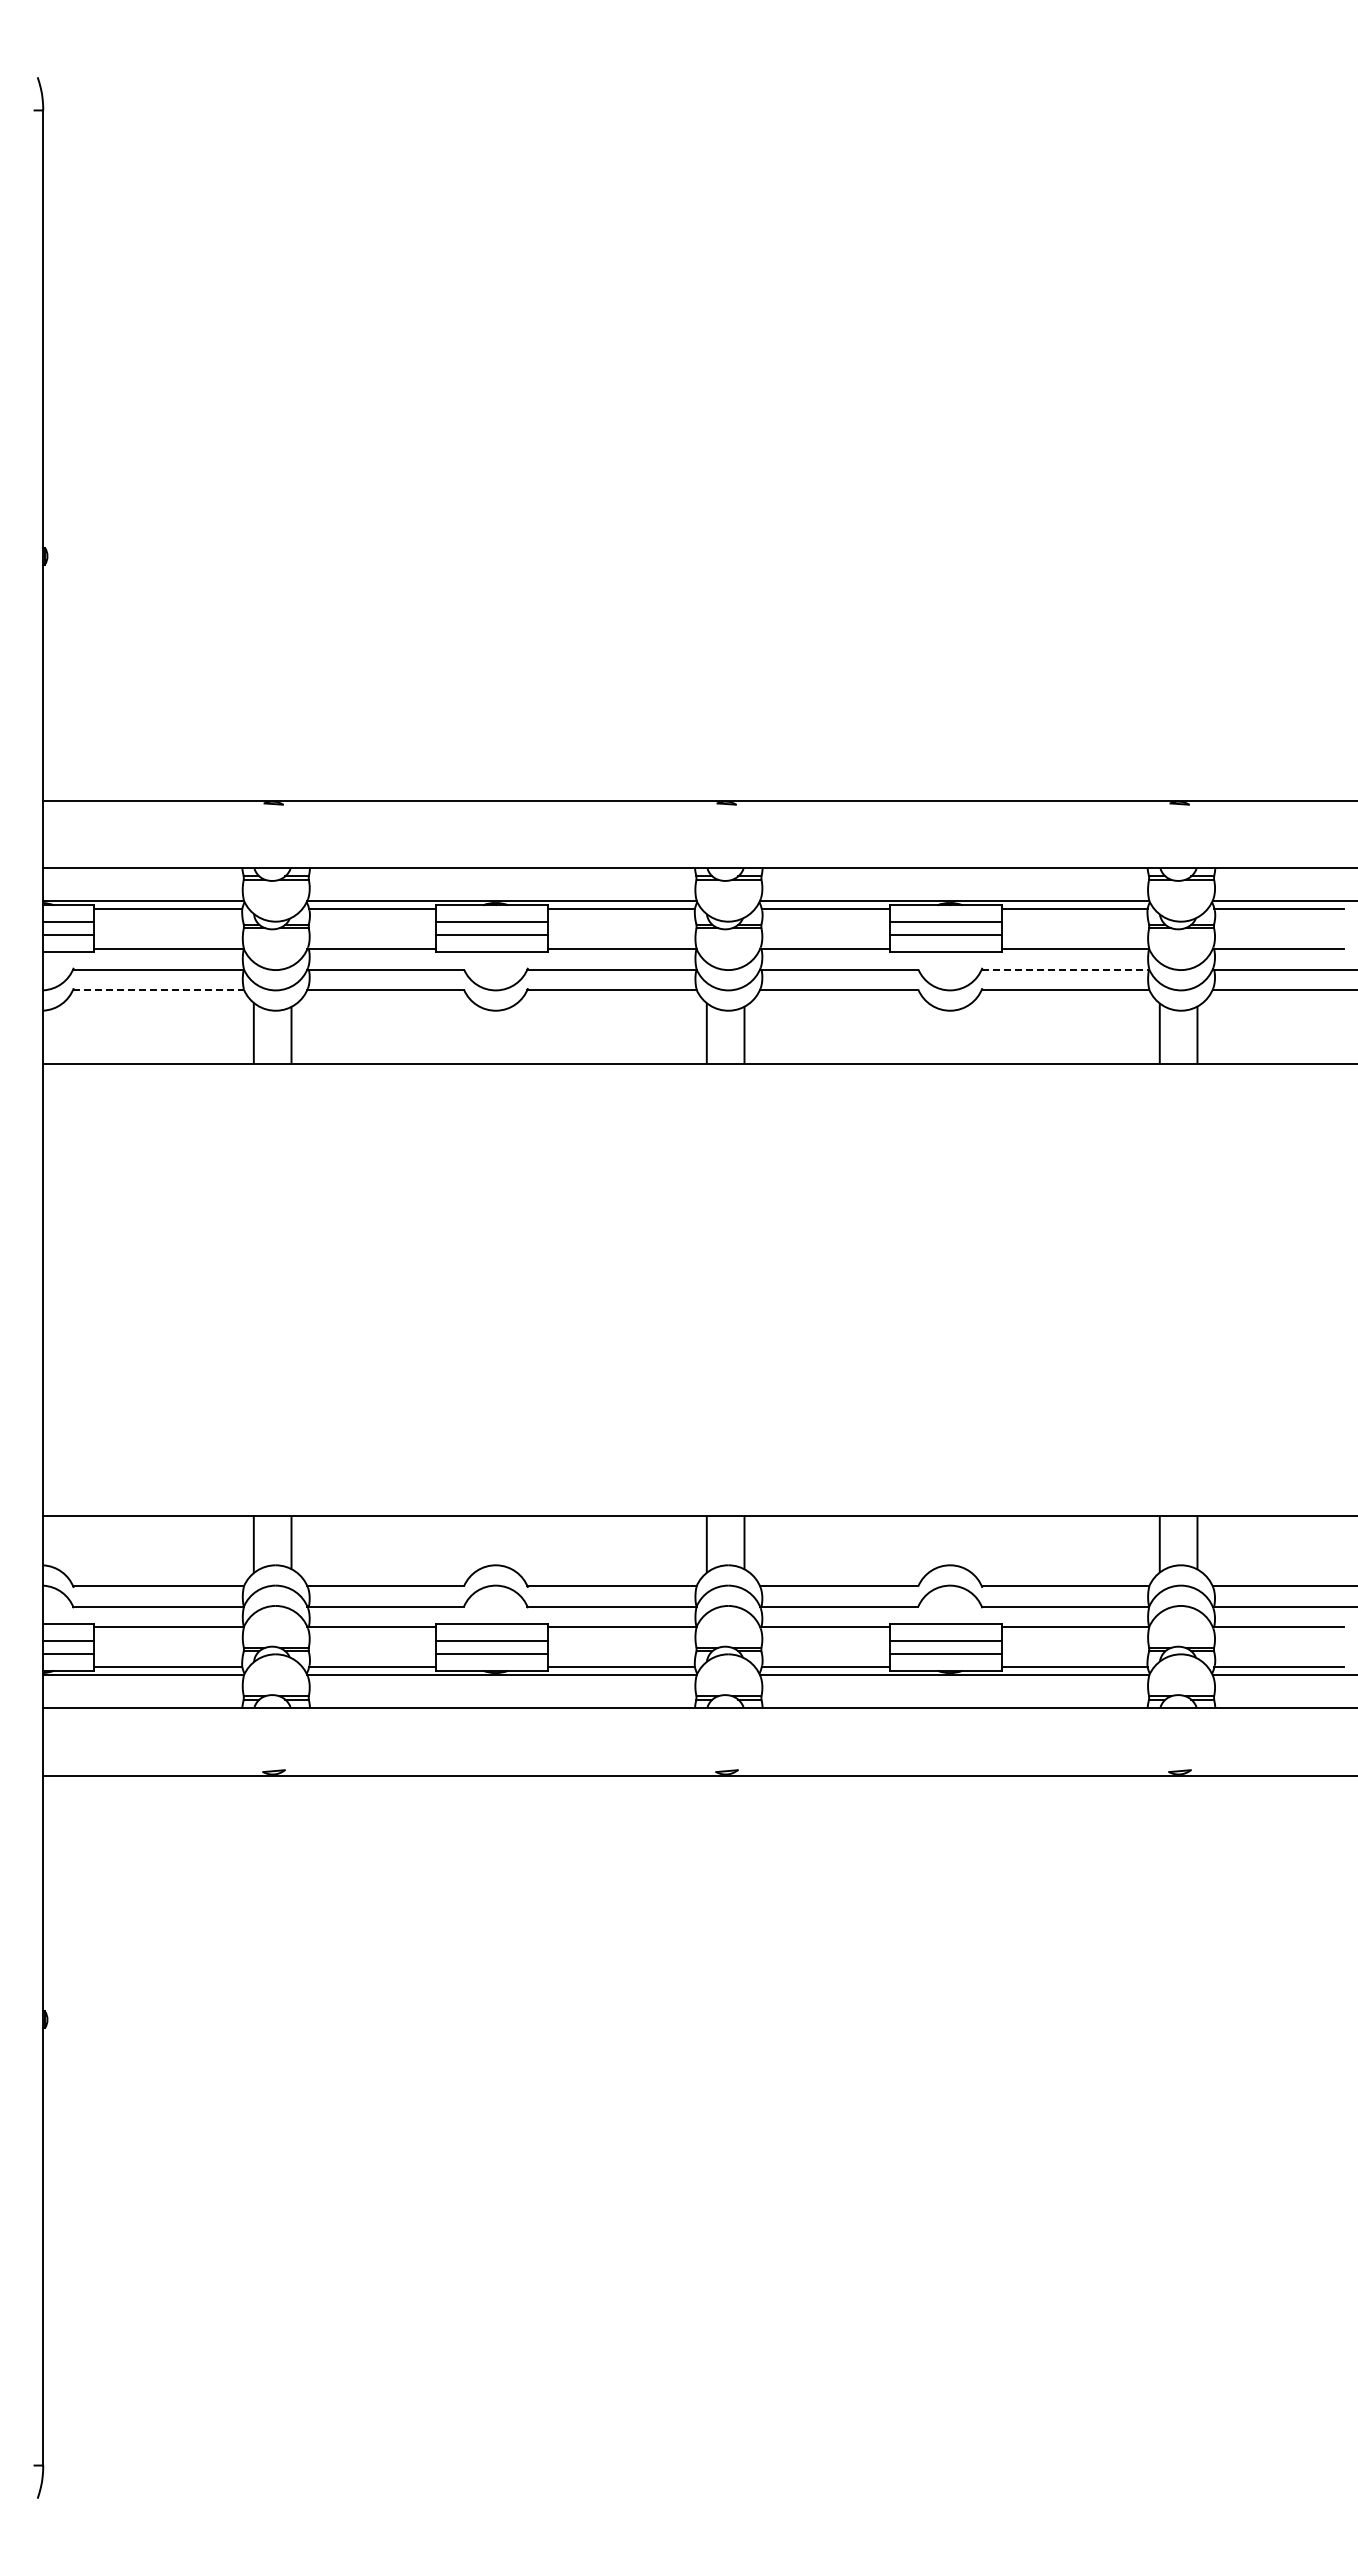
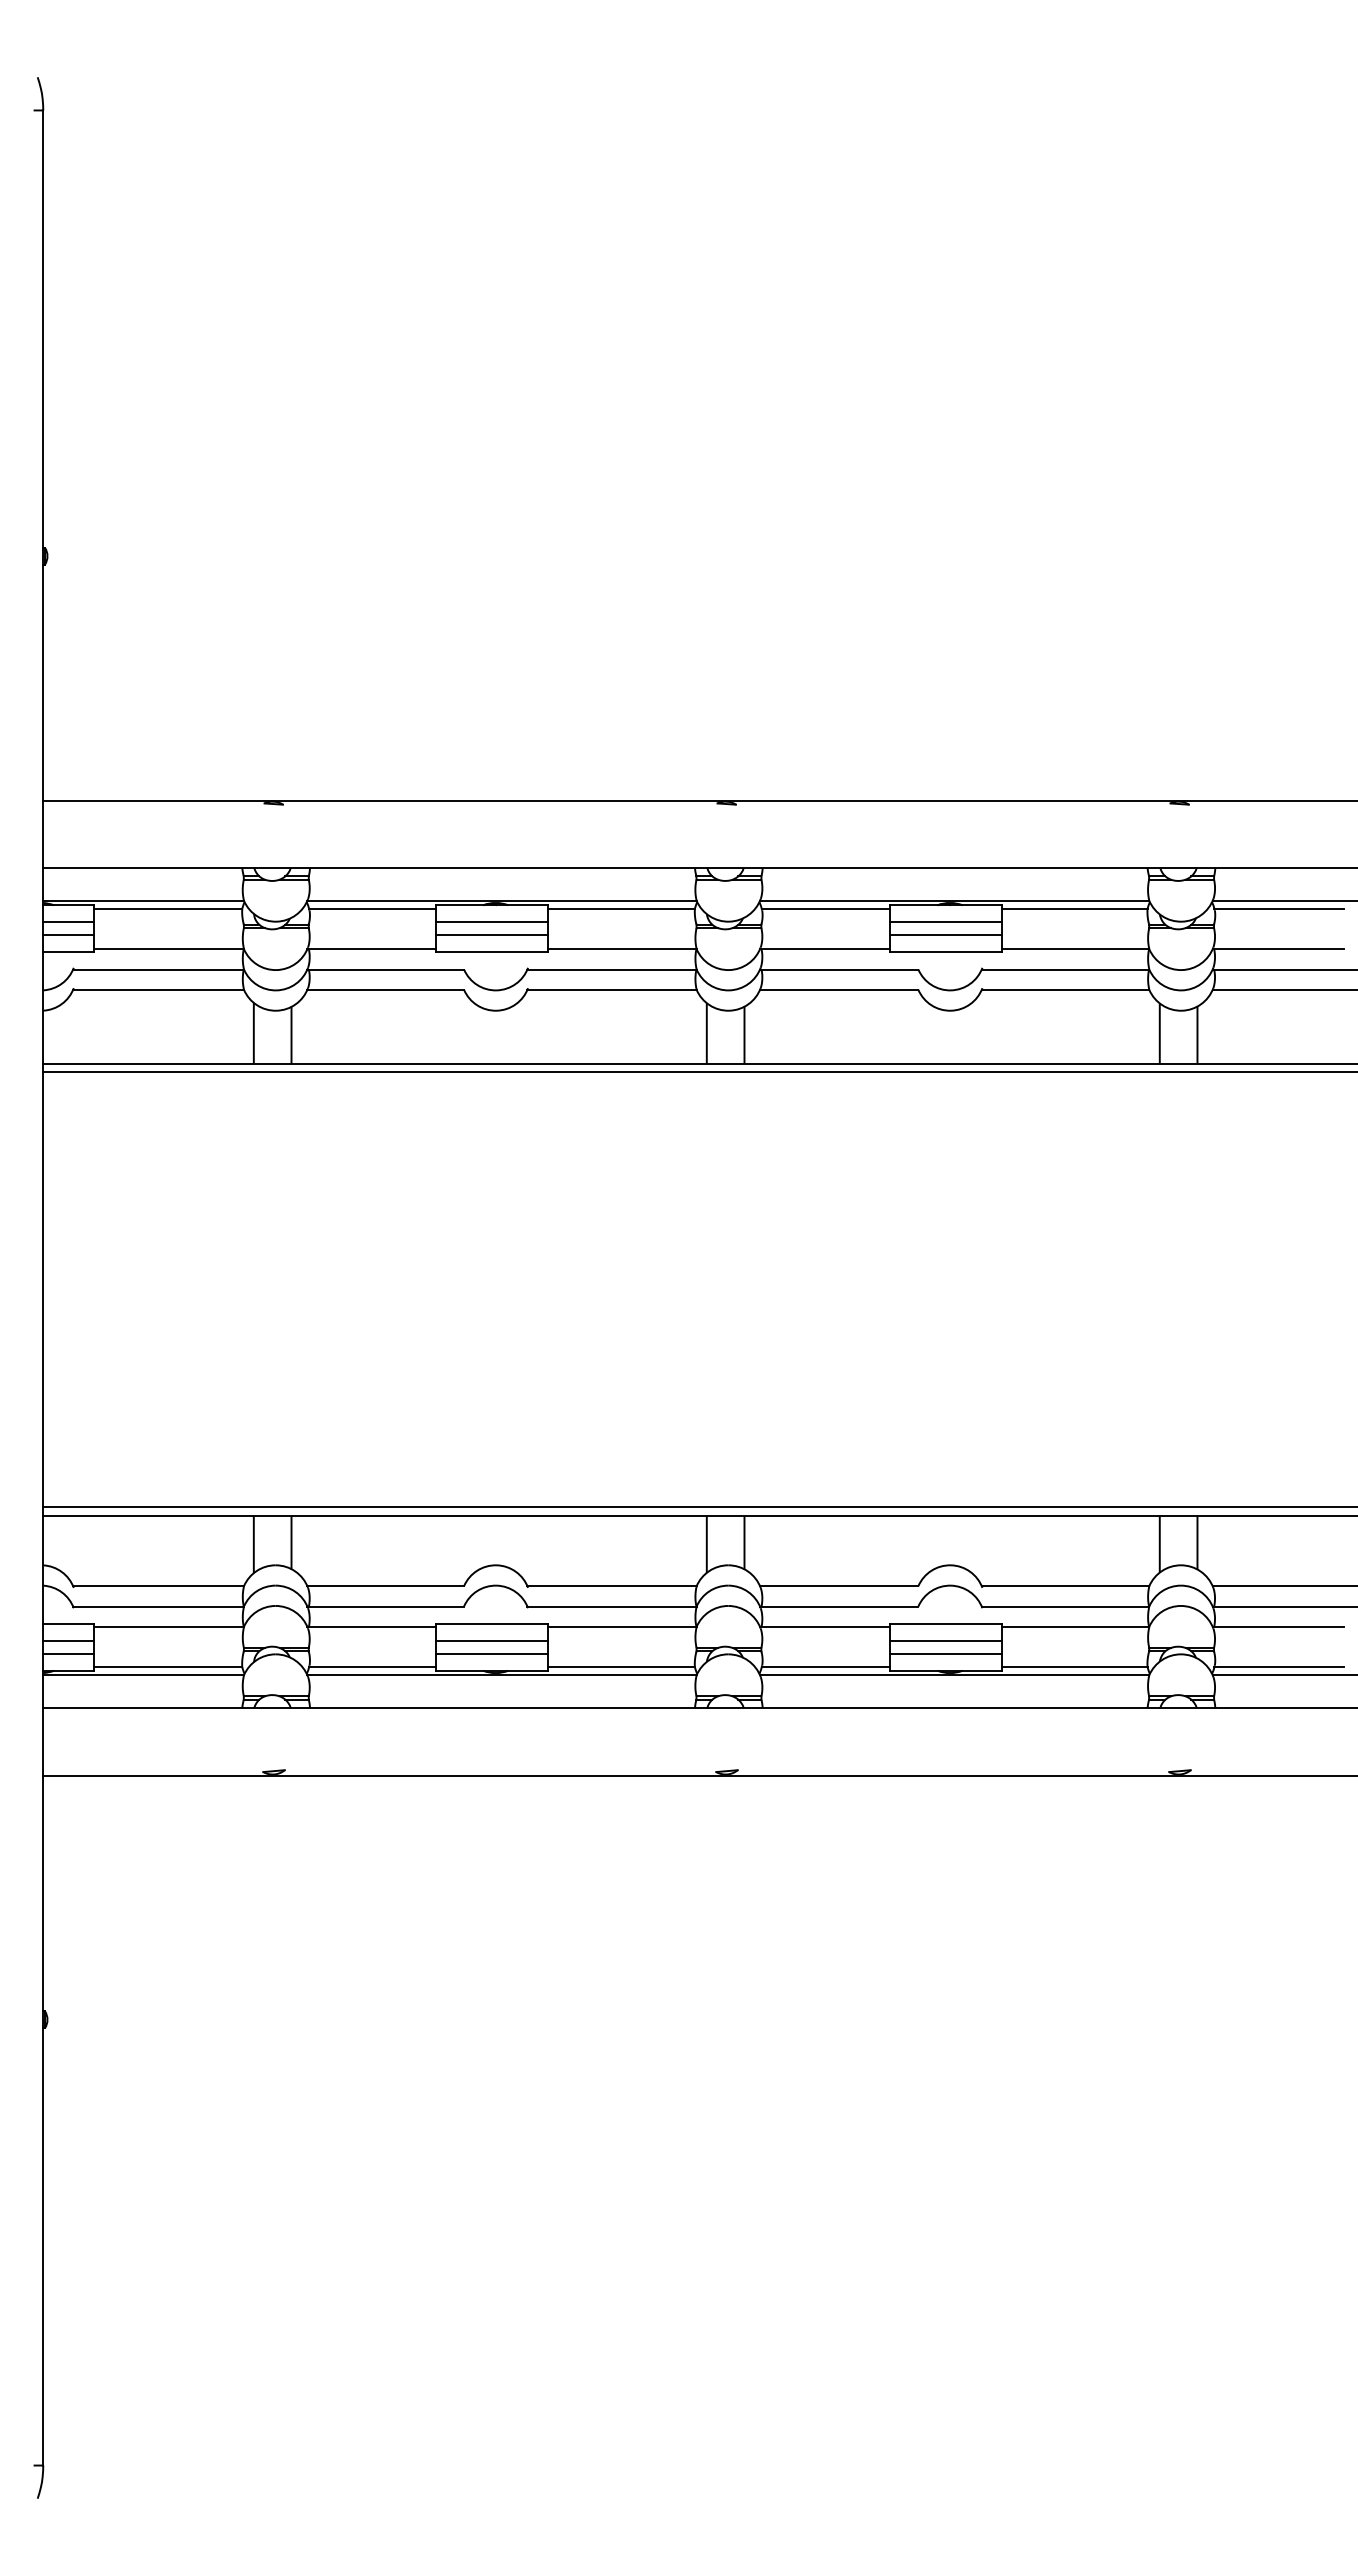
line at (1065, 969): dashed -> solid
line at (159, 989): dashed -> solid
line at (698, 1071): none -> present
line at (698, 1507): none -> present
